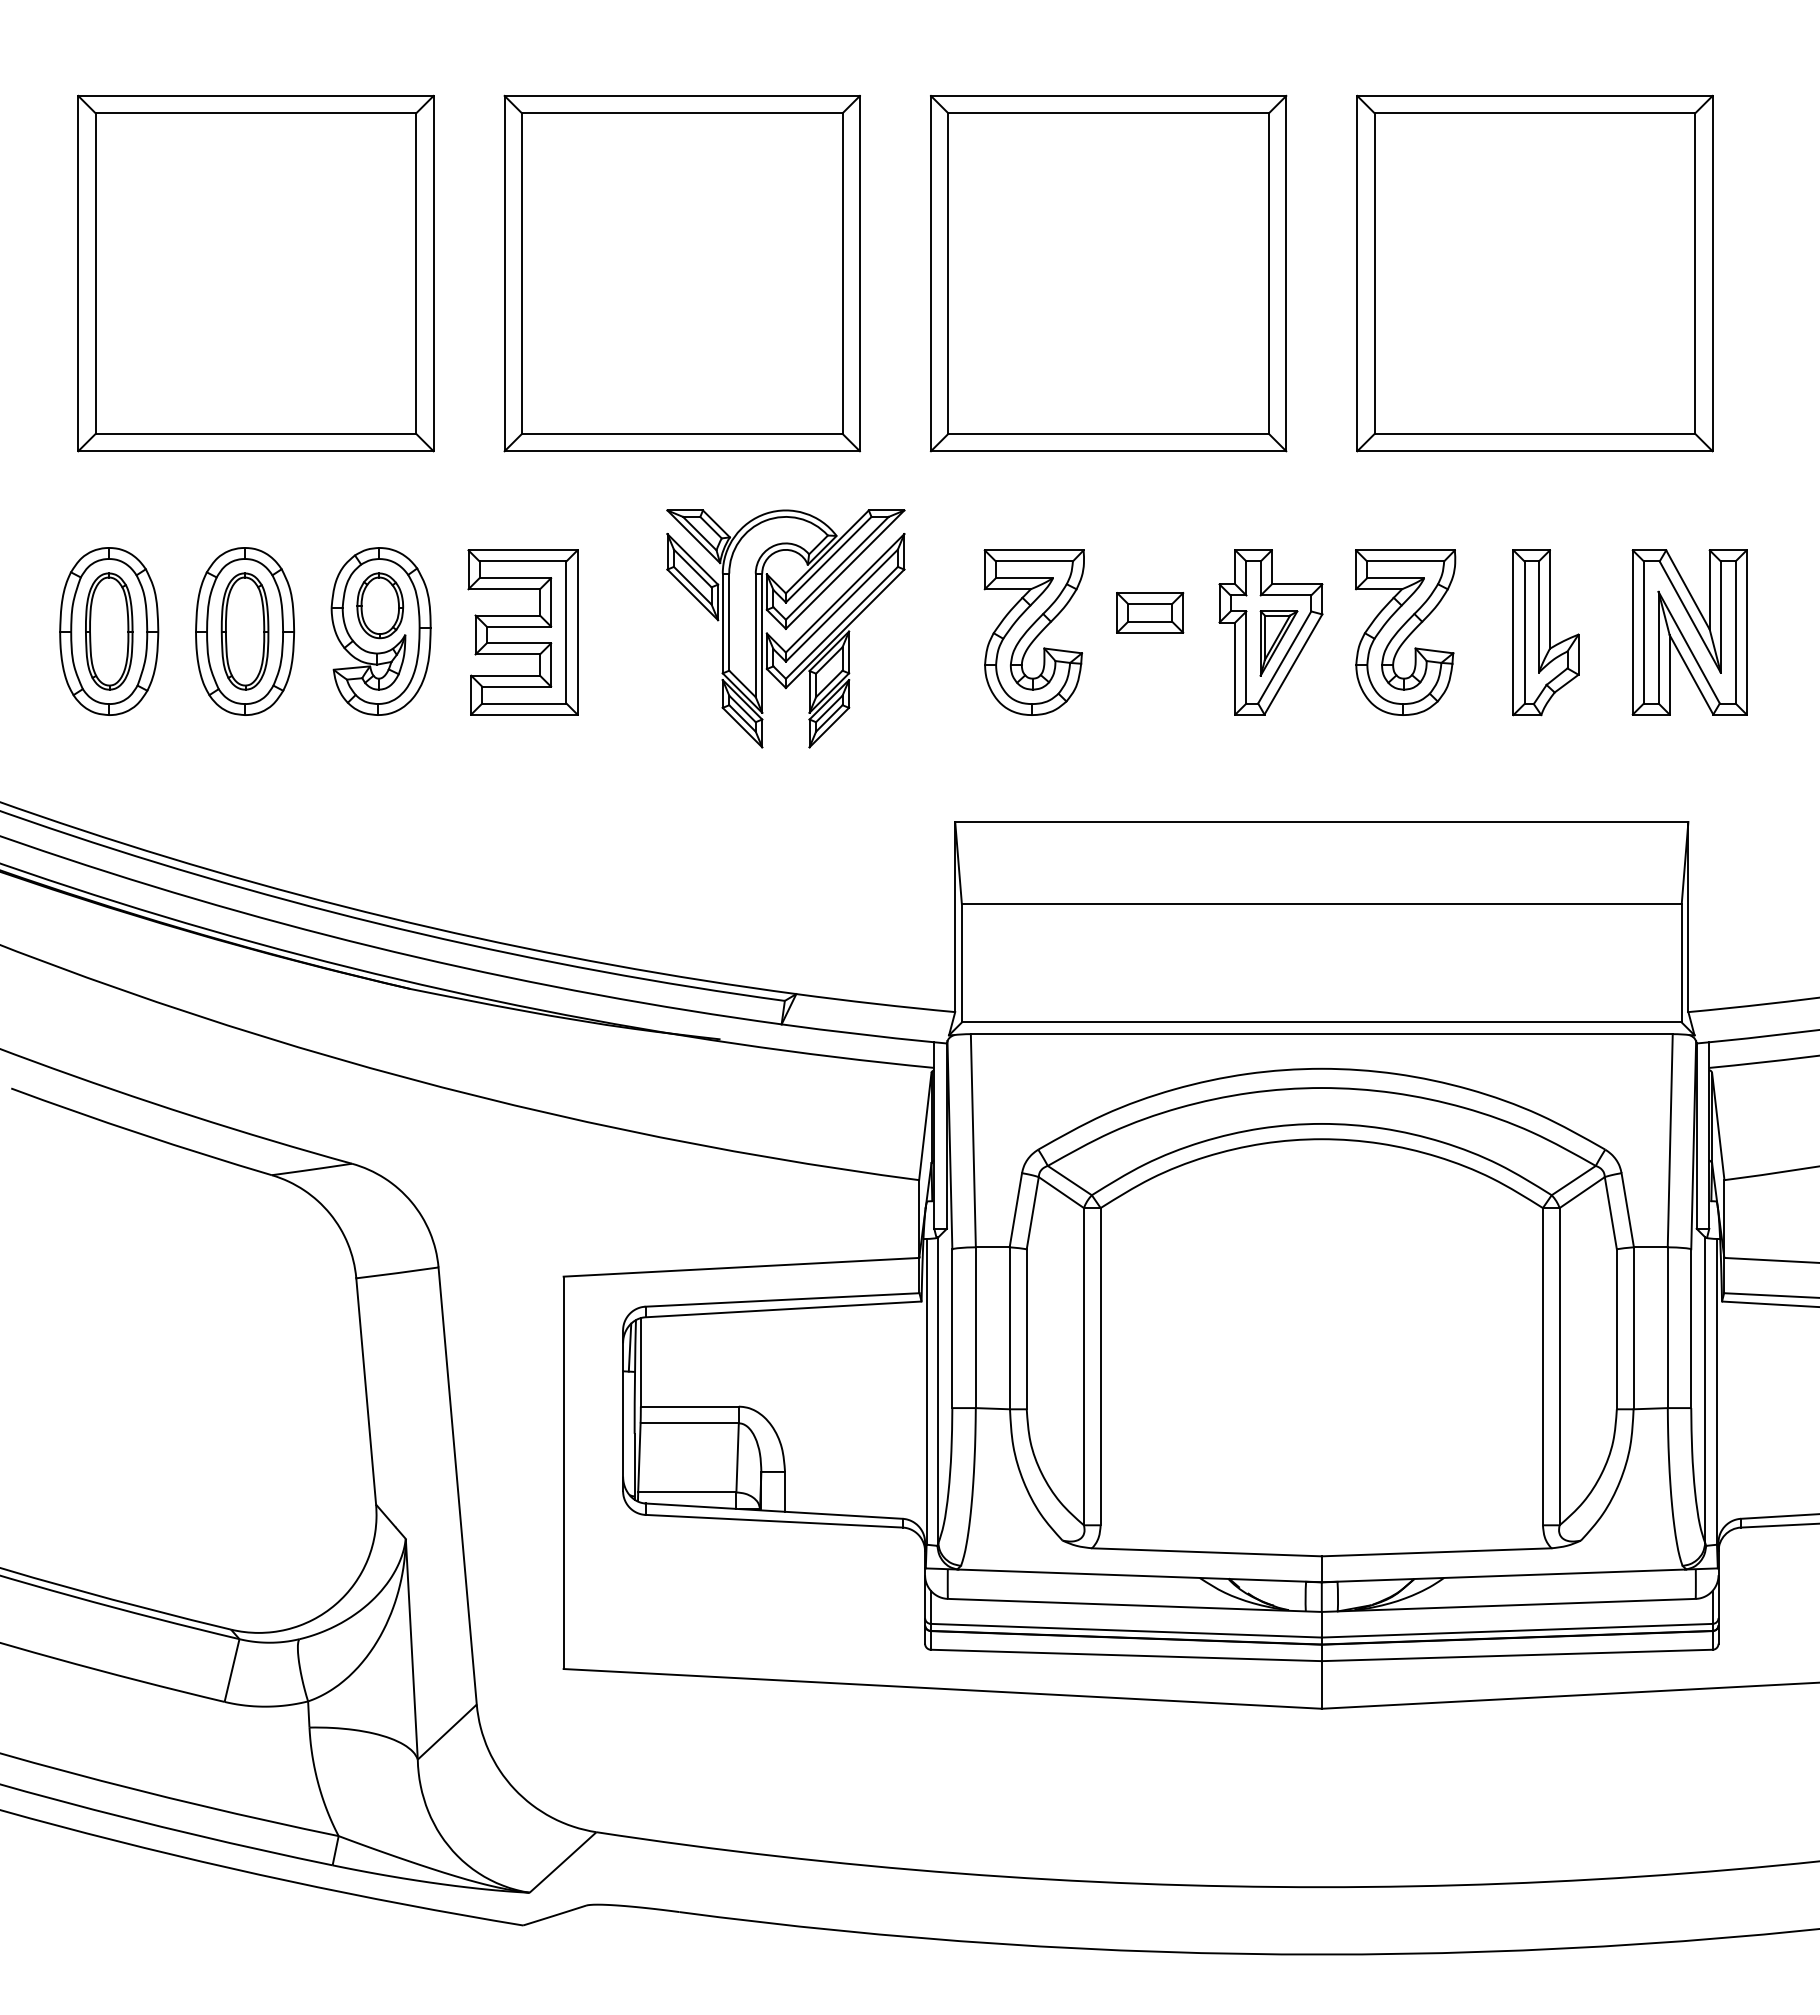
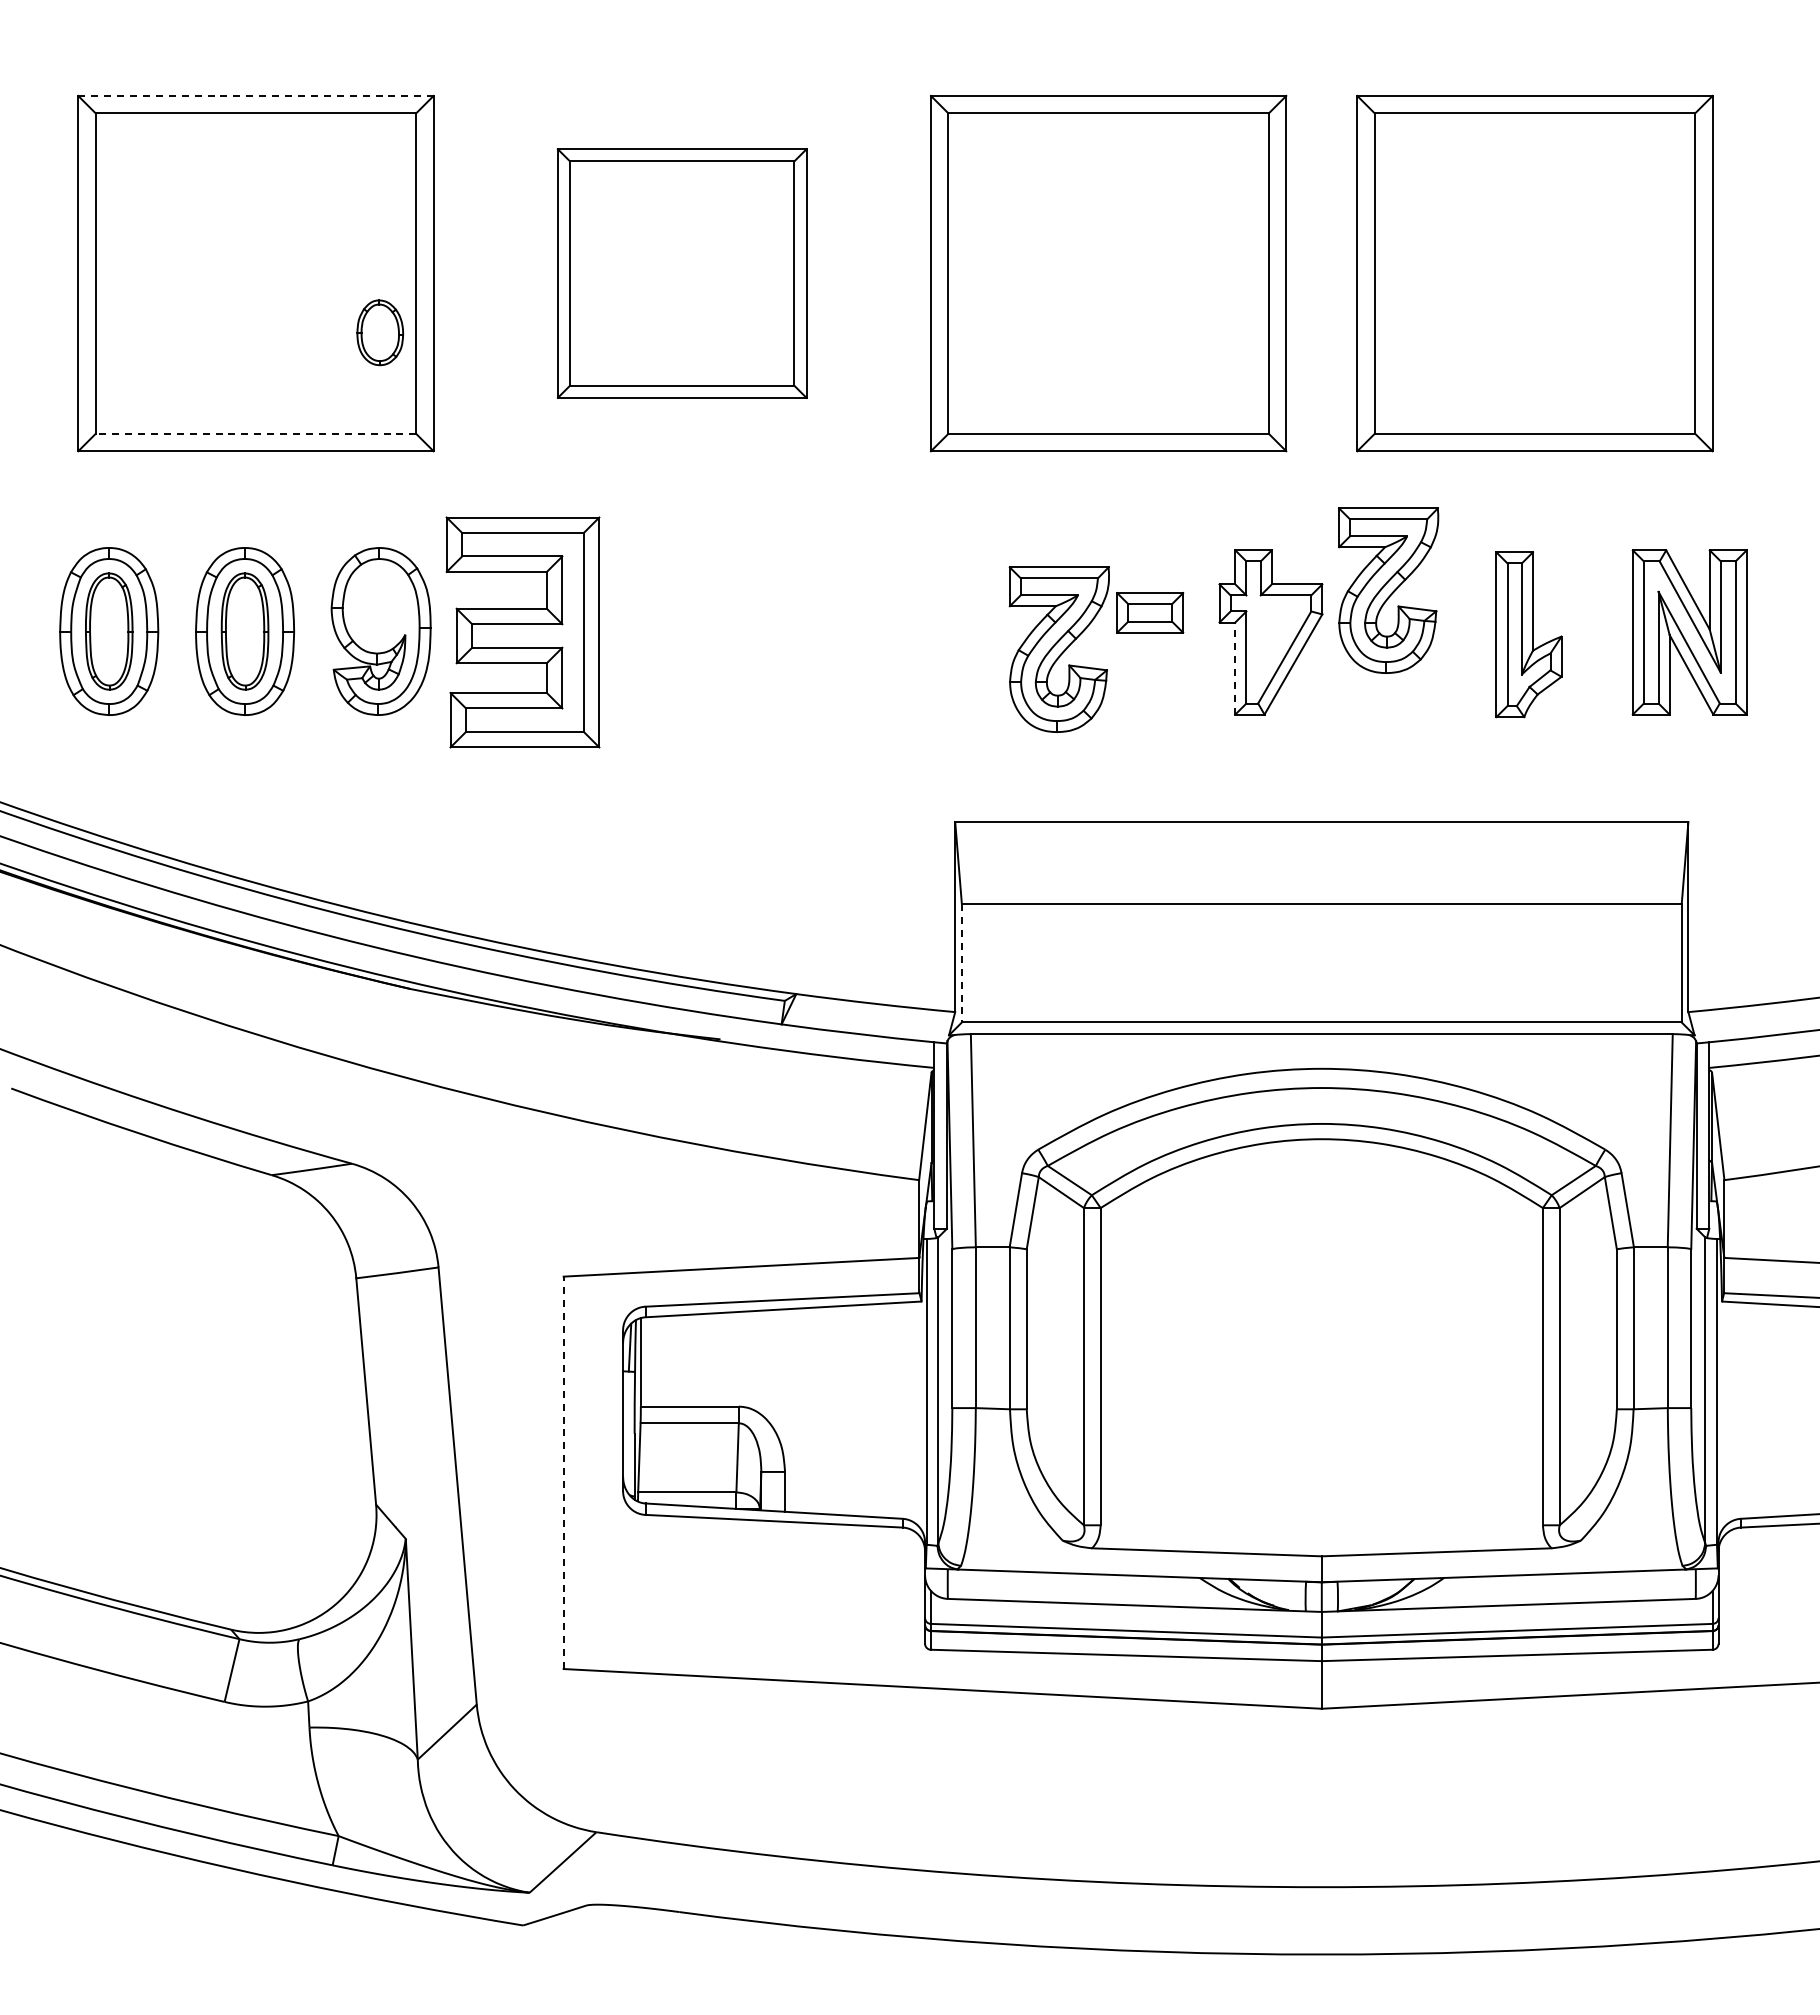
line at (255, 95): solid -> dashed
part at (681, 273) size: 358x359 px -> 252x251 px
line at (255, 434): solid -> dashed
part at (380, 605) position: (380, 605) -> (380, 332)
part at (785, 628): present -> none
part at (522, 632) size: 112x167 px -> 156x233 px
part at (1033, 632) position: (1033, 632) -> (1058, 649)
part at (1405, 632) position: (1405, 632) -> (1388, 590)
part at (1545, 632) position: (1545, 632) -> (1528, 634)
part at (1278, 643): present -> none
line at (1235, 668): solid -> dashed
line at (961, 963): solid -> dashed
line at (563, 1472): solid -> dashed
